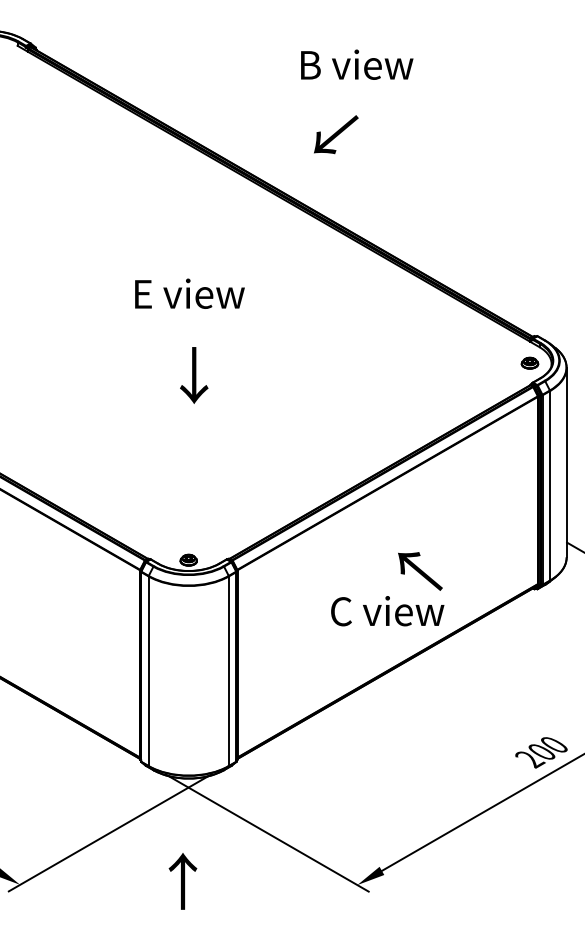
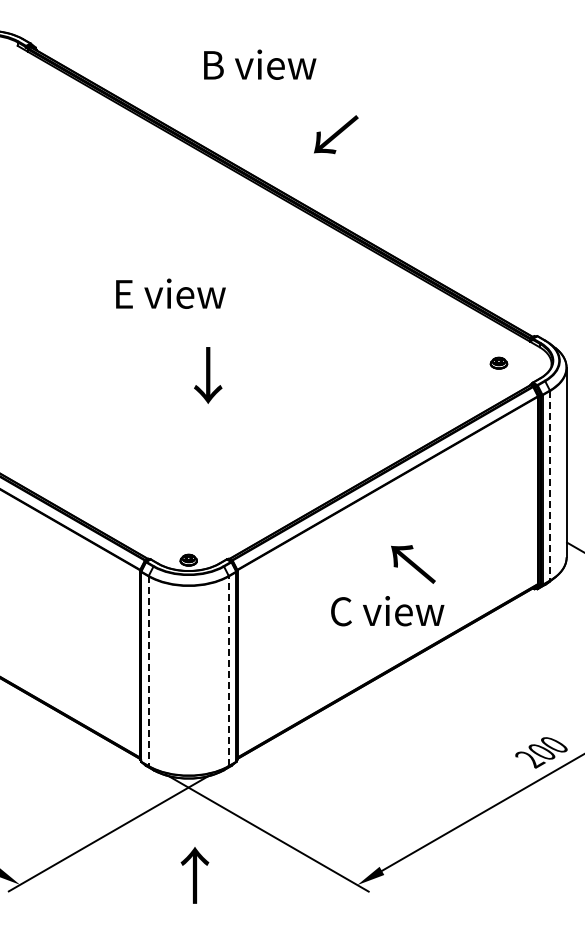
text at (357, 64) position: (357, 64) -> (260, 64)
text at (189, 293) position: (189, 293) -> (170, 293)
part at (529, 362) position: (529, 362) -> (498, 362)
text at (194, 375) position: (194, 375) -> (208, 375)
line at (550, 485): solid -> dashed
text at (420, 571) position: (420, 571) -> (413, 564)
line at (148, 671): solid -> dashed
line at (228, 671): solid -> dashed
text at (182, 881) position: (182, 881) -> (194, 875)
